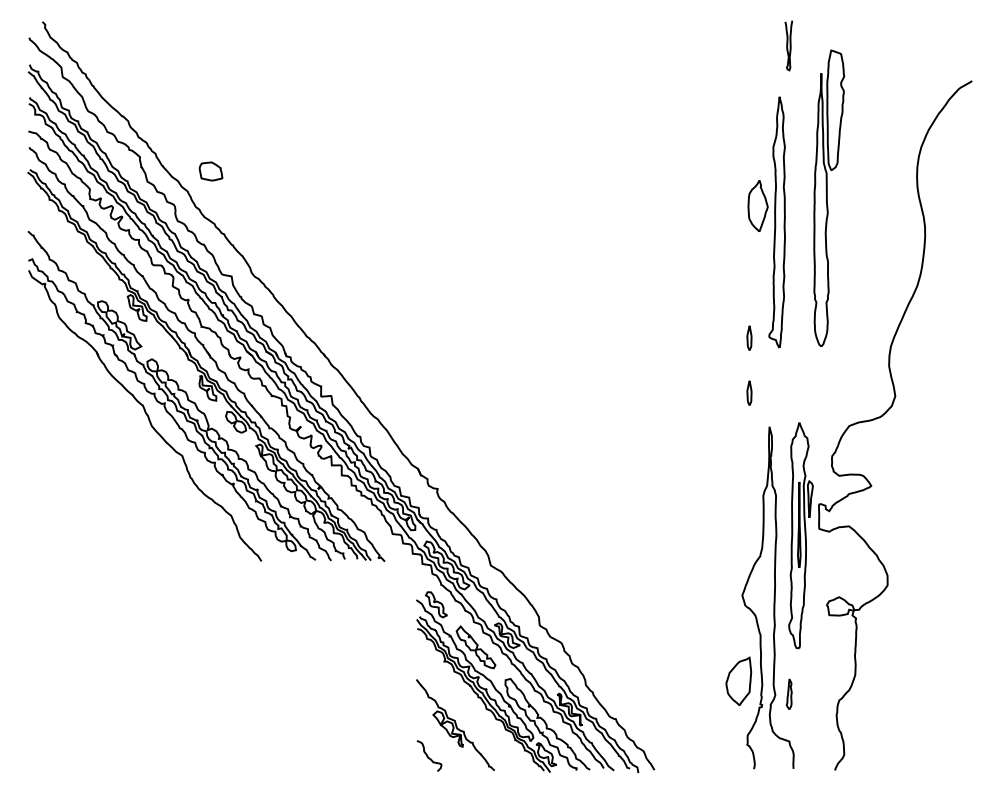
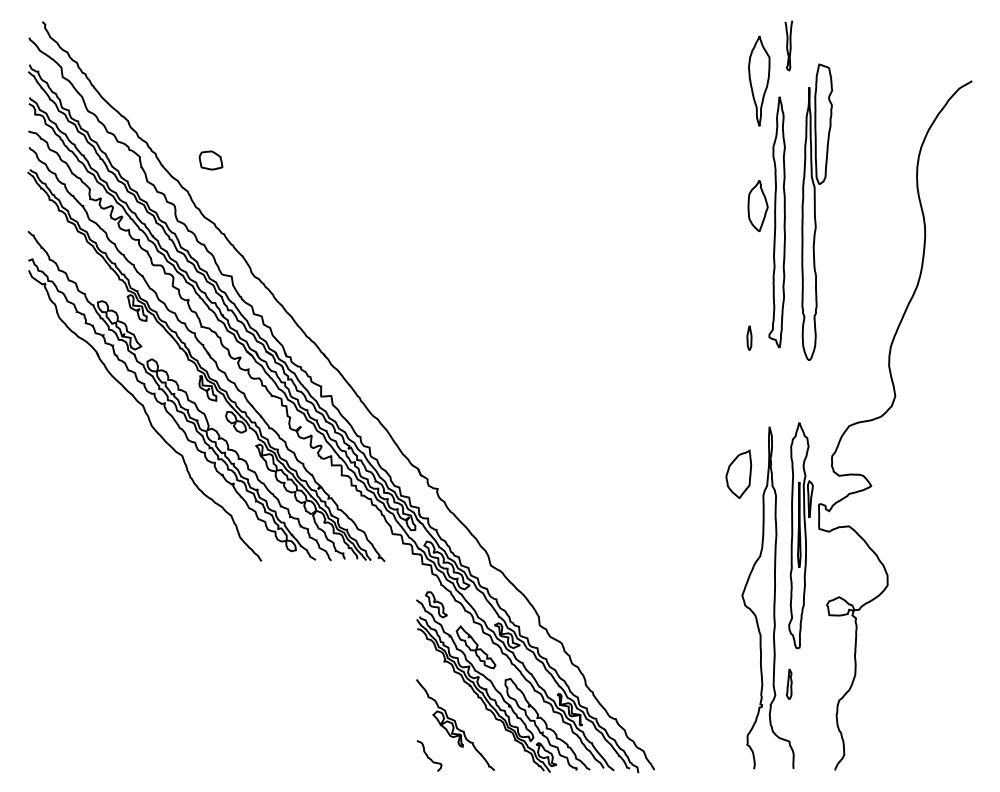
part at (759, 80): none -> present
part at (210, 171) position: (210, 171) -> (210, 160)
part at (829, 197) position: (829, 197) -> (817, 211)
part at (749, 392): present -> none
part at (738, 680) position: (738, 680) -> (738, 473)
part at (789, 693) position: (789, 693) -> (789, 683)
